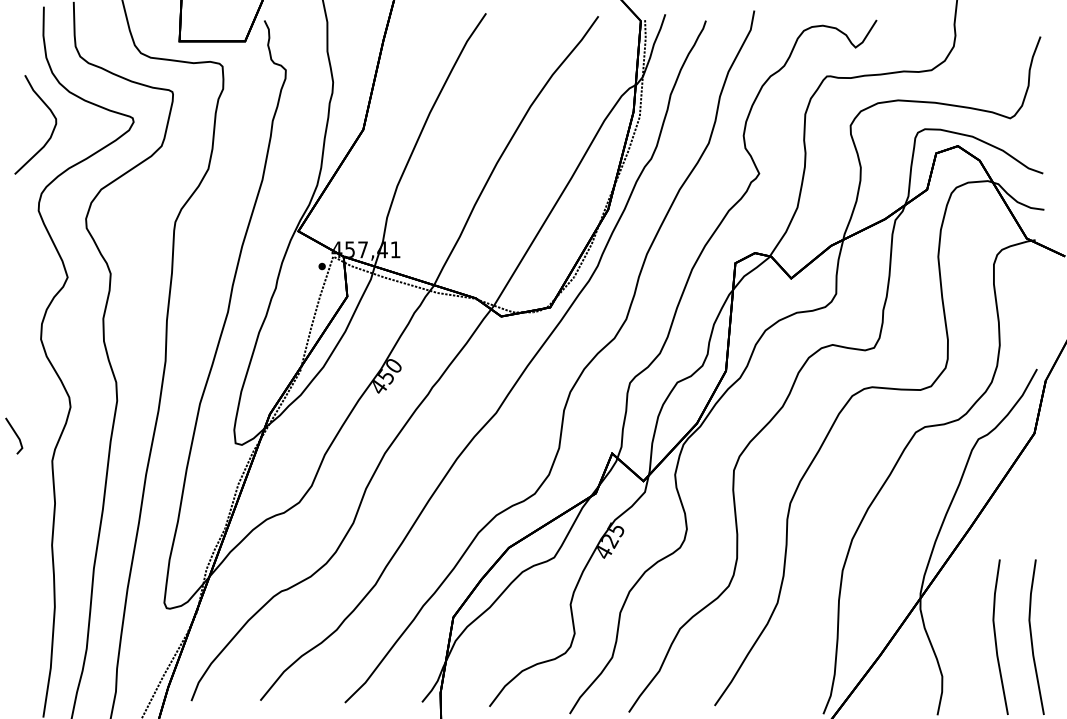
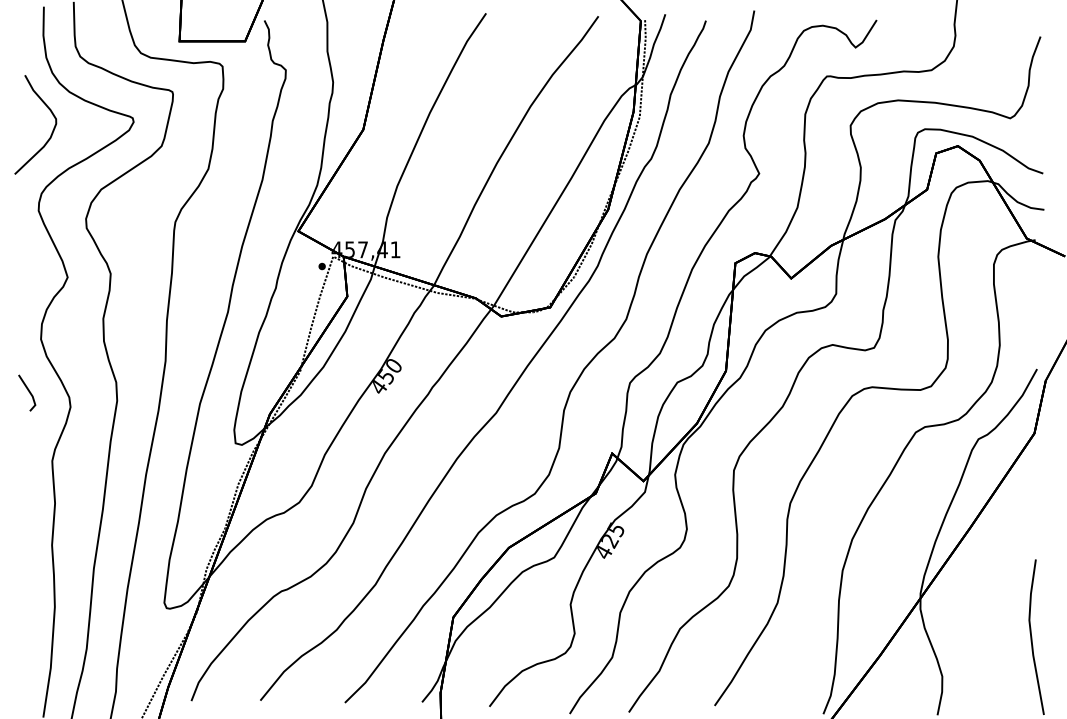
line at (15, 434) position: (15, 434) -> (28, 391)
line at (996, 636): present -> none
